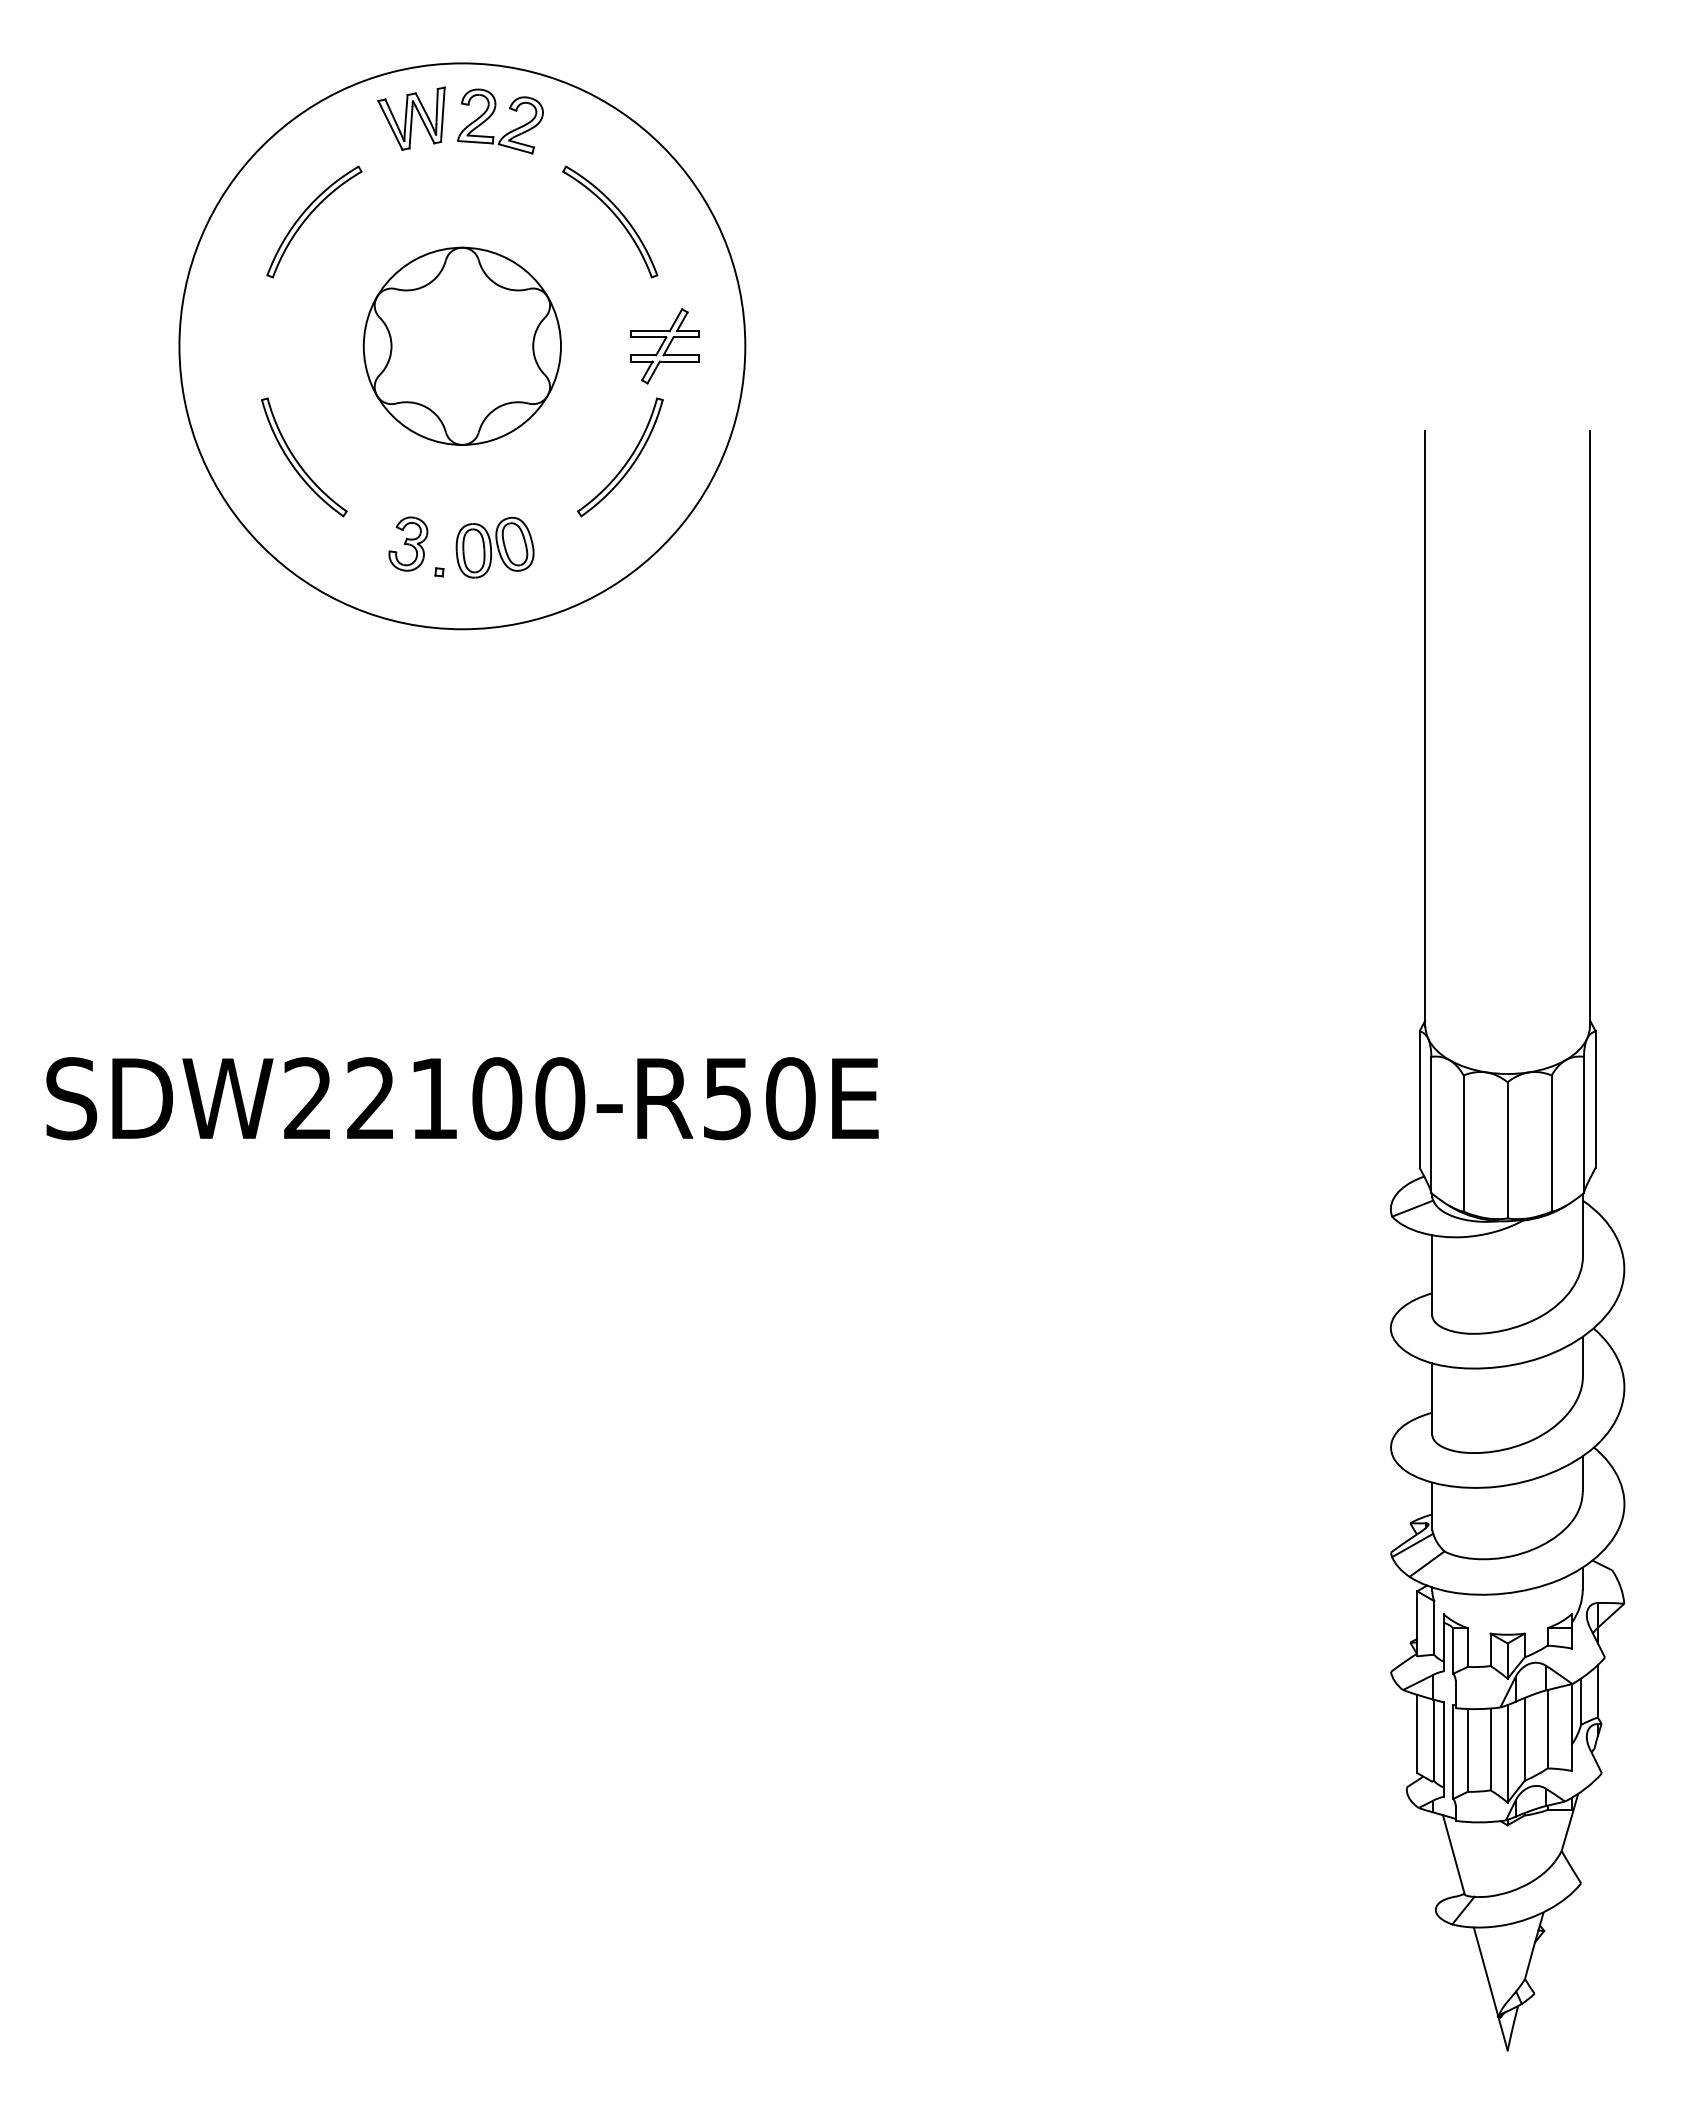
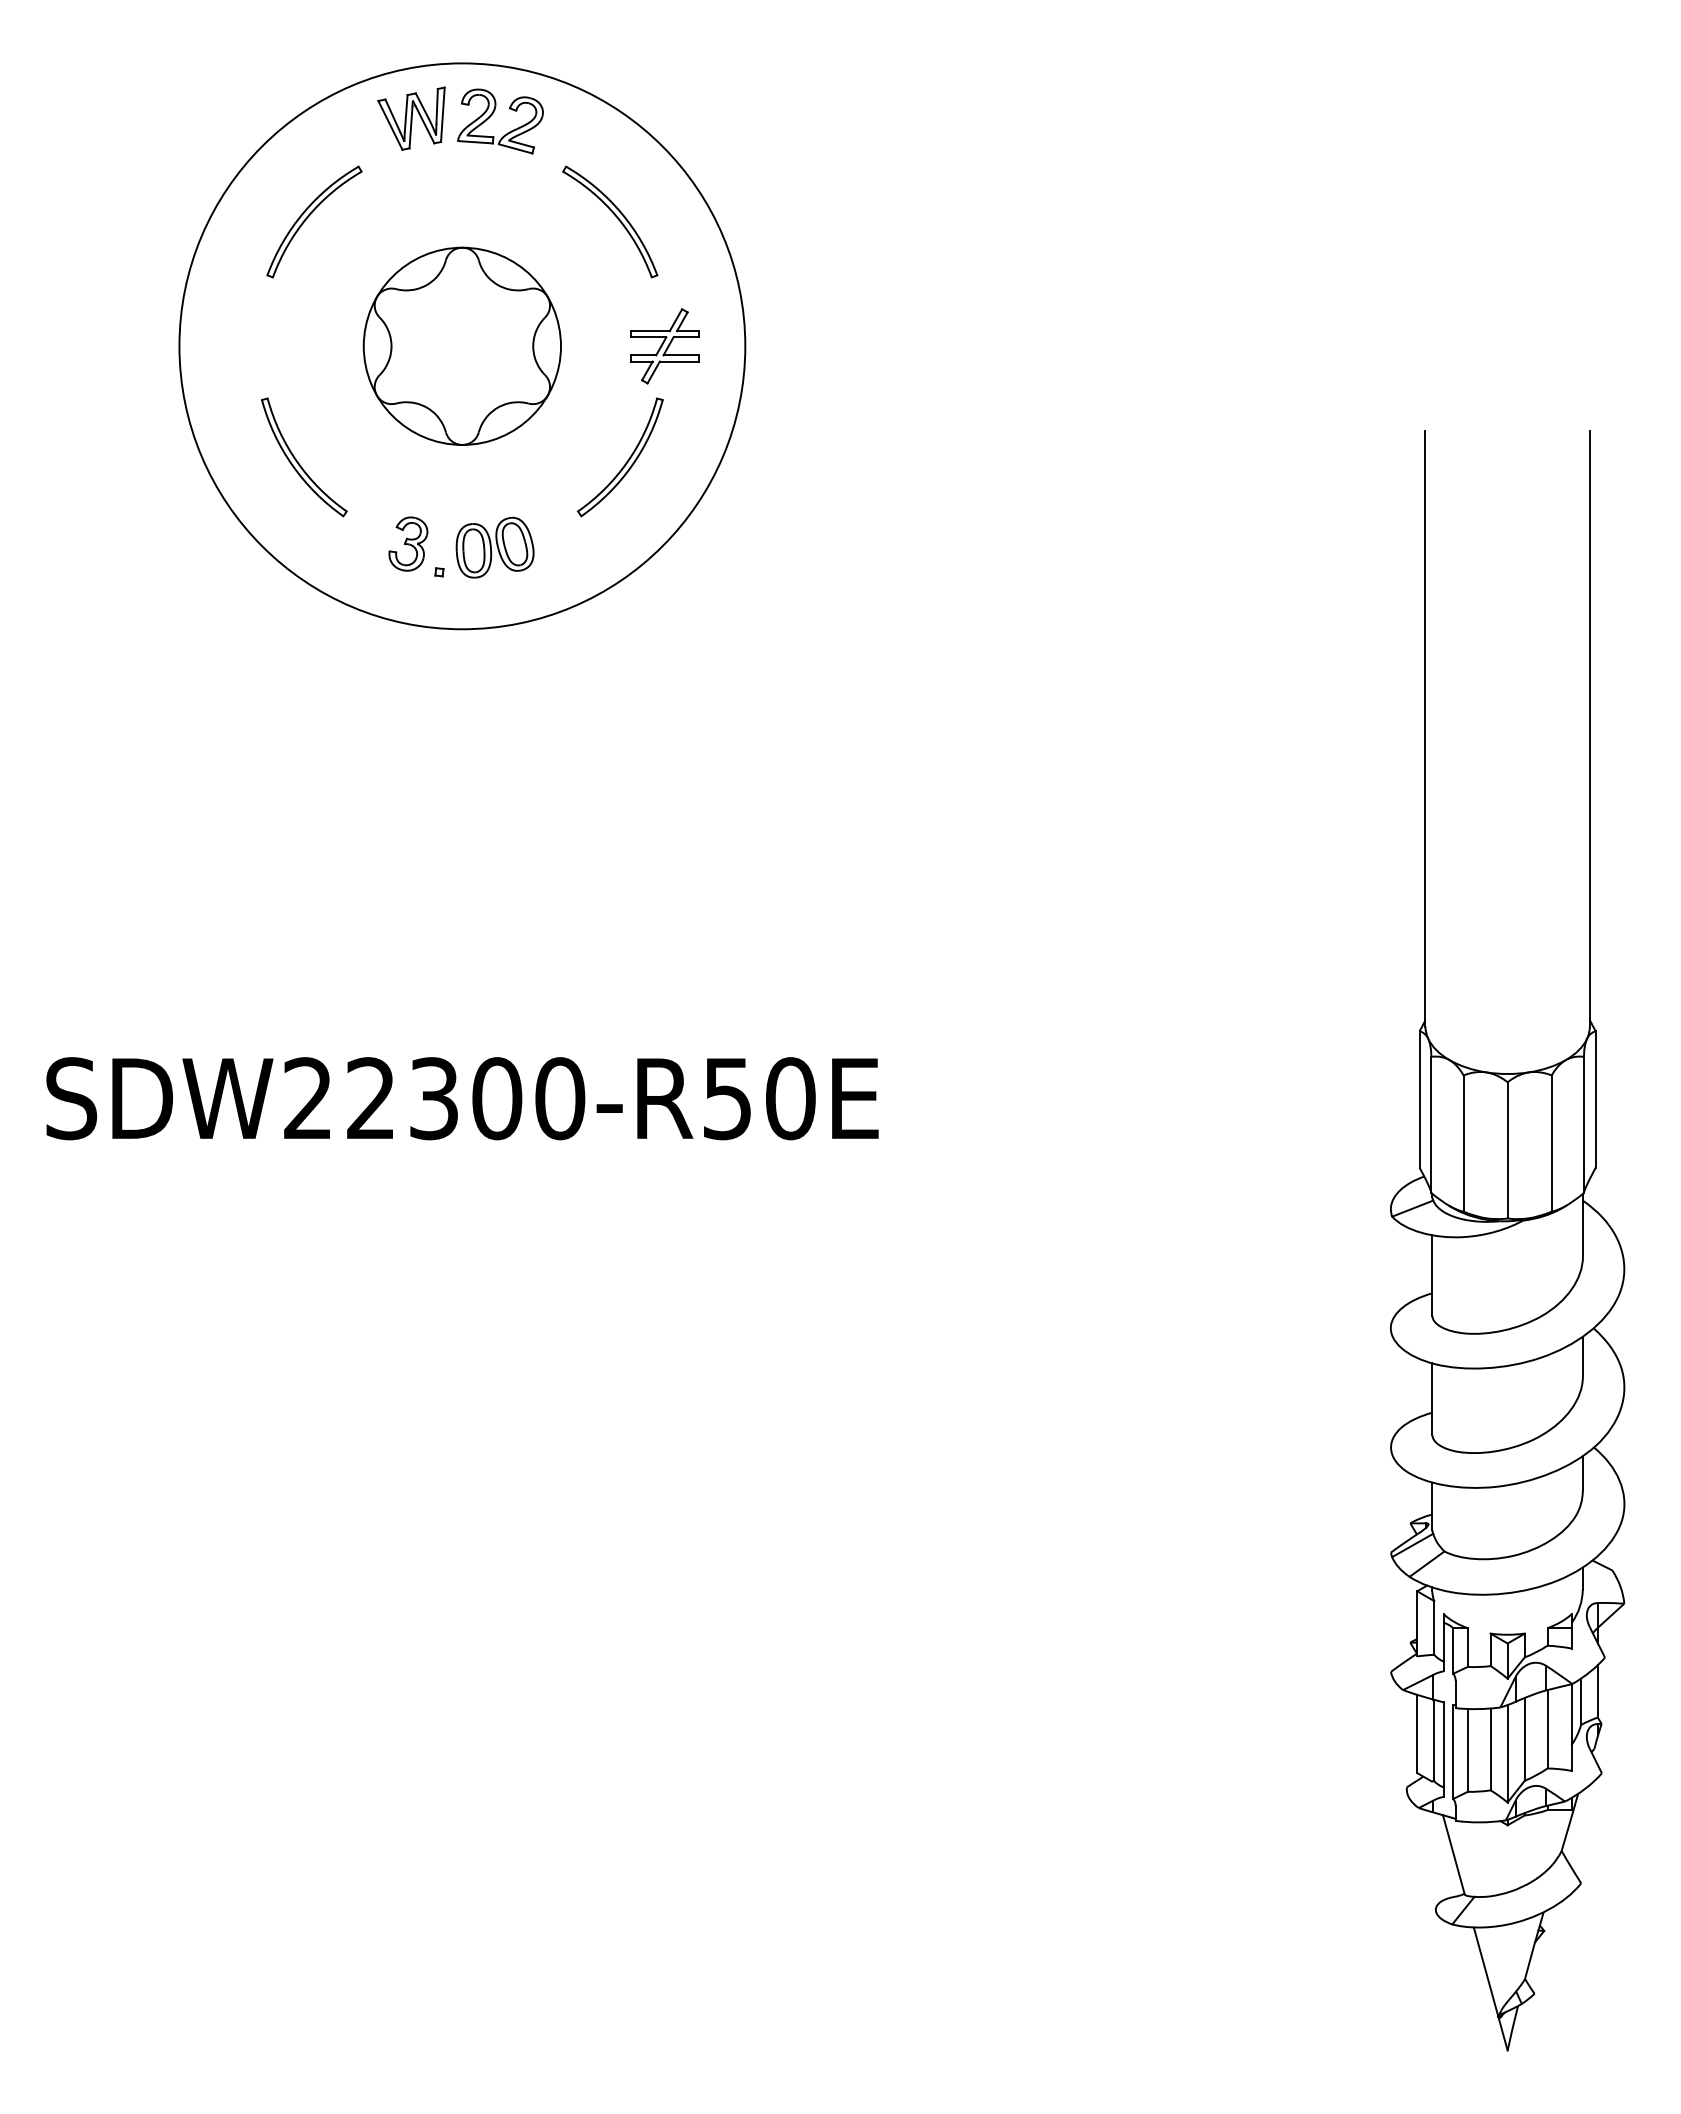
text at (433, 1098): SDW22100-R50E -> SDW22300-R50E
